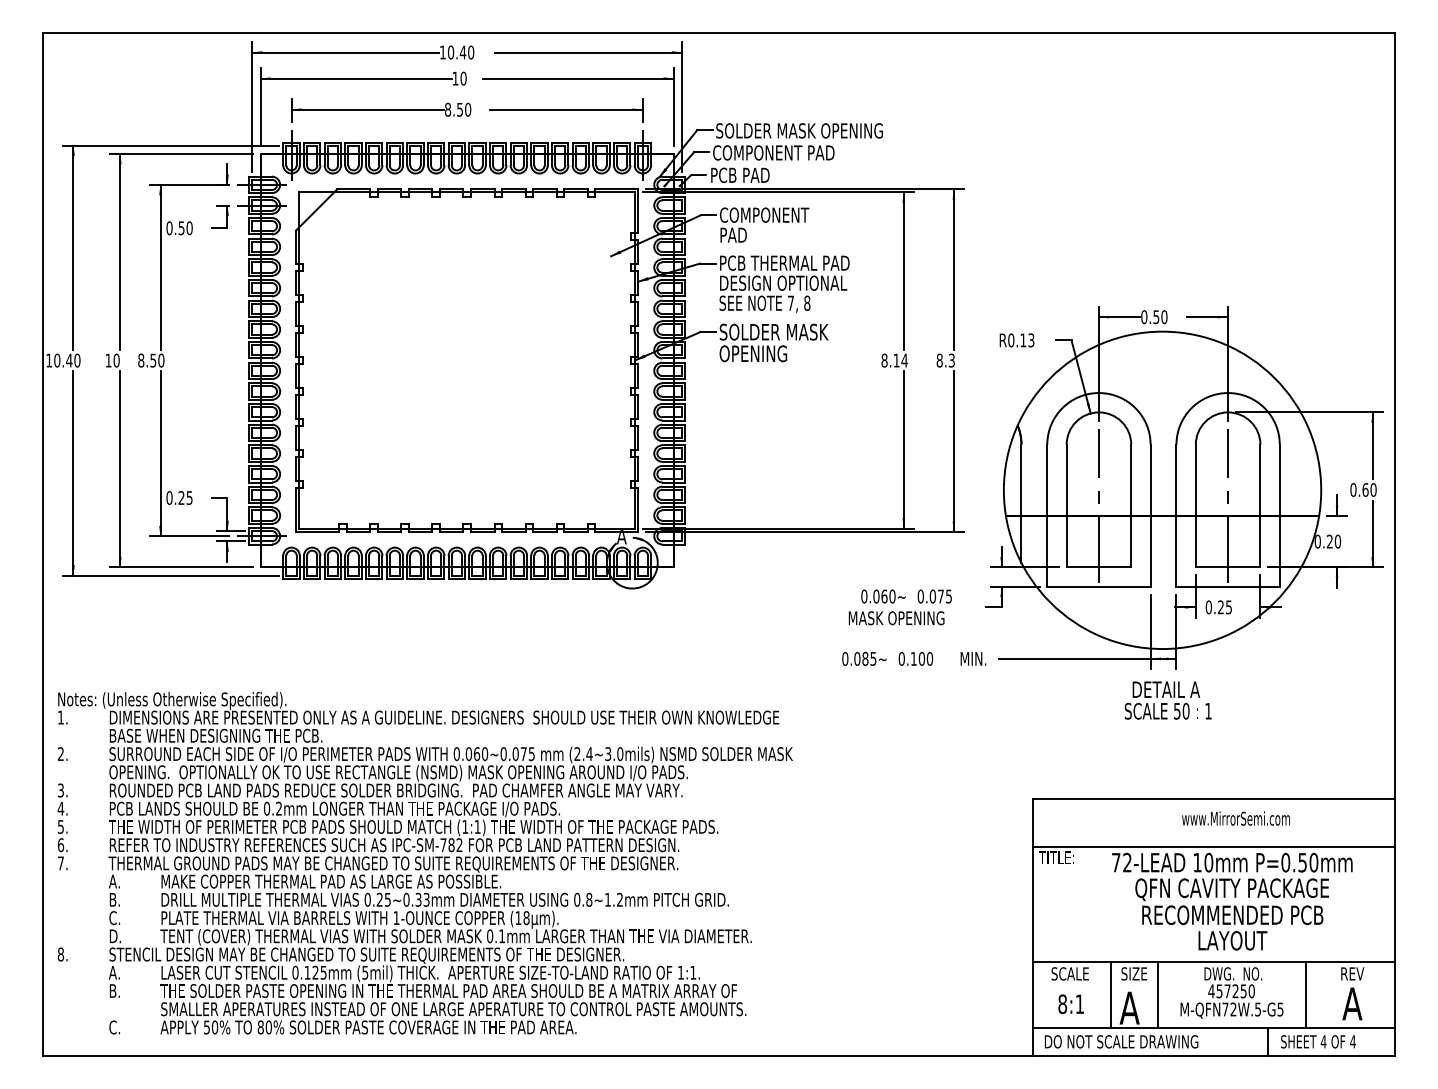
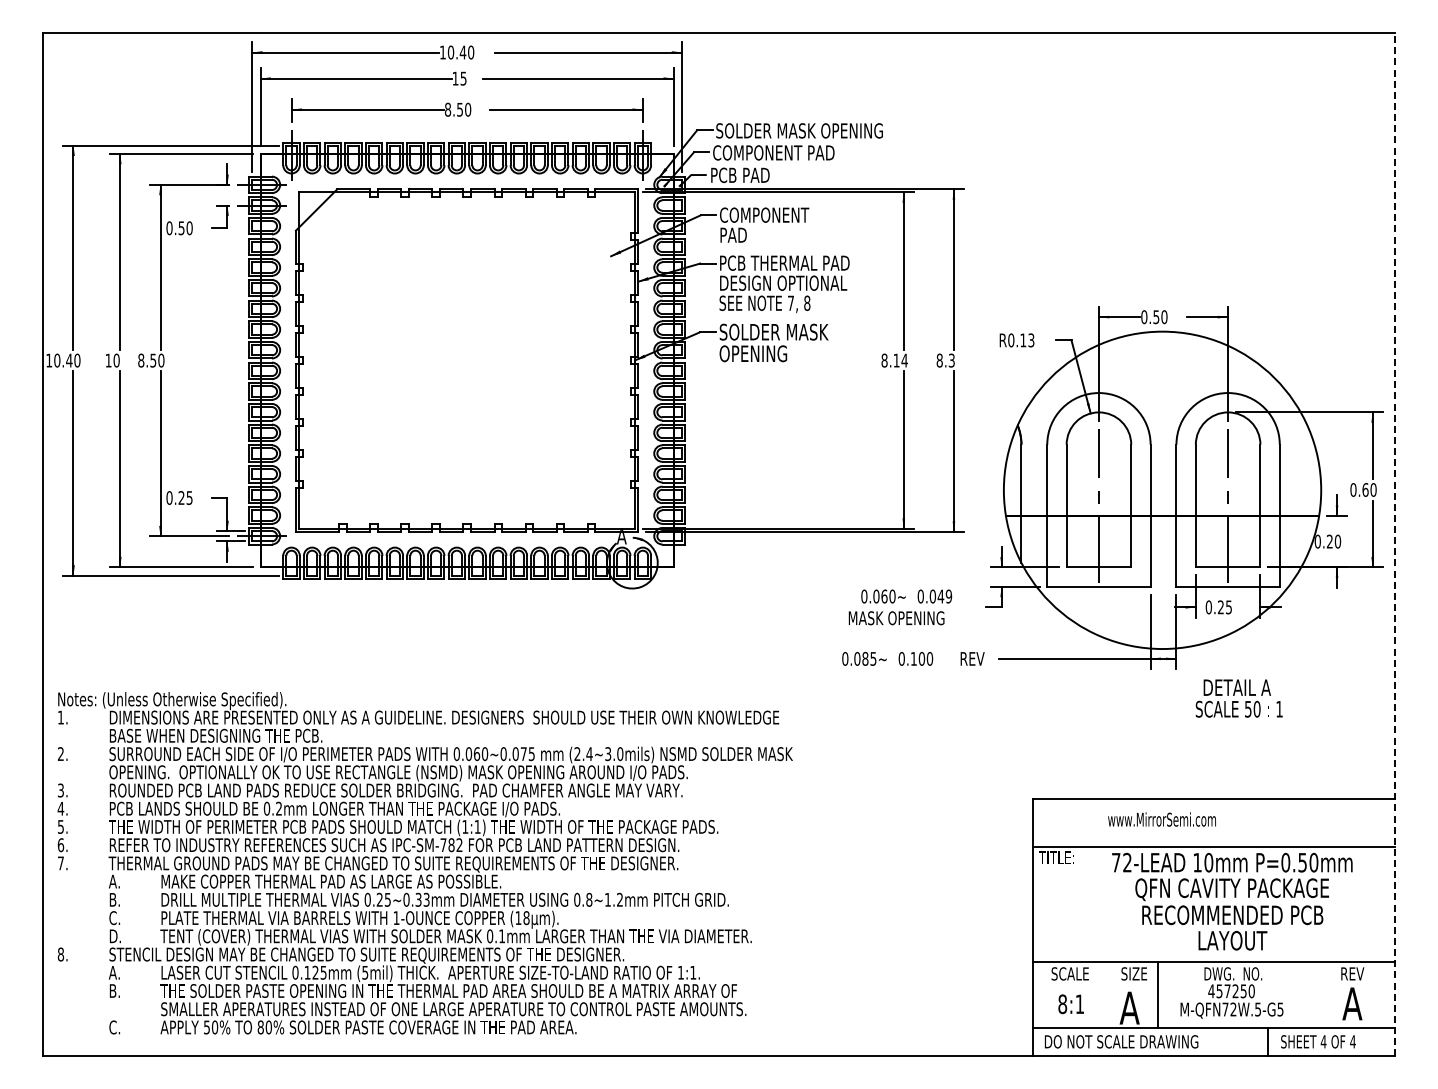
text at (463, 78): 10 -> 15
line at (1394, 544): solid -> dashed
text at (944, 596): 0.075 -> 0.049
text at (974, 658): MIN. -> REV
text at (1167, 700) position: (1167, 700) -> (1238, 698)
text at (1235, 818) position: (1235, 818) -> (1161, 819)
line at (1111, 994): present -> none
line at (1306, 994): present -> none
